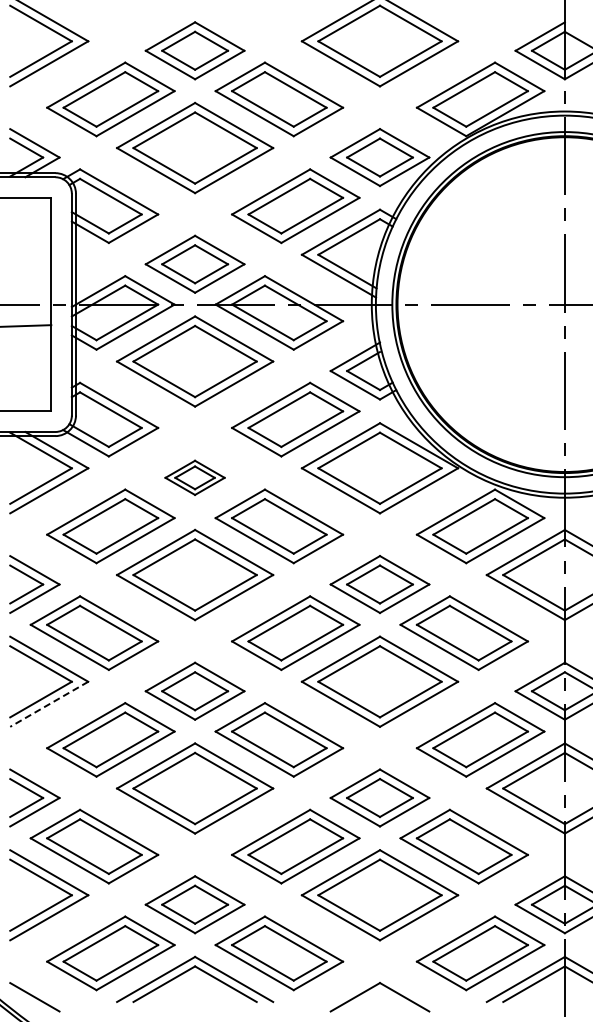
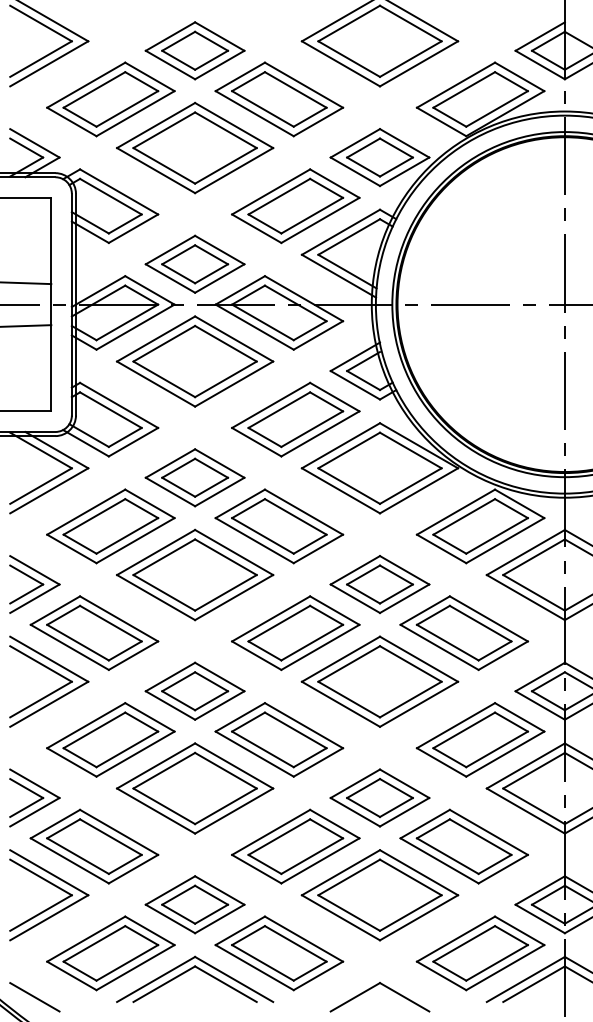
line at (26, 283): none -> present
part at (194, 477) size: 62x37 px -> 102x60 px
line at (48, 704): dashed -> solid
